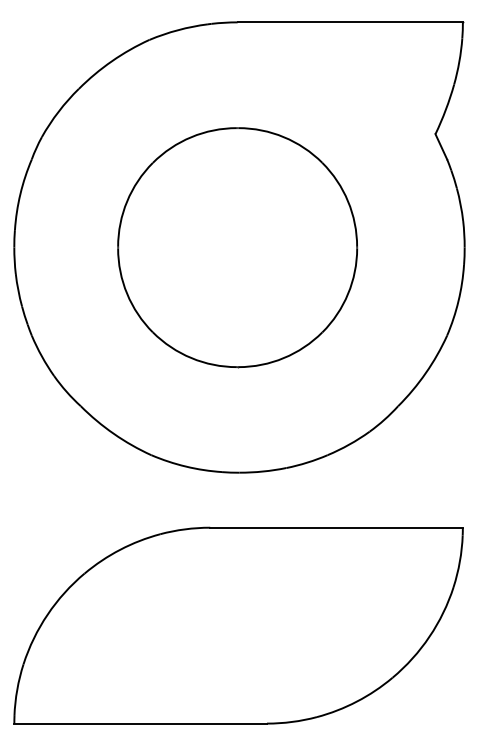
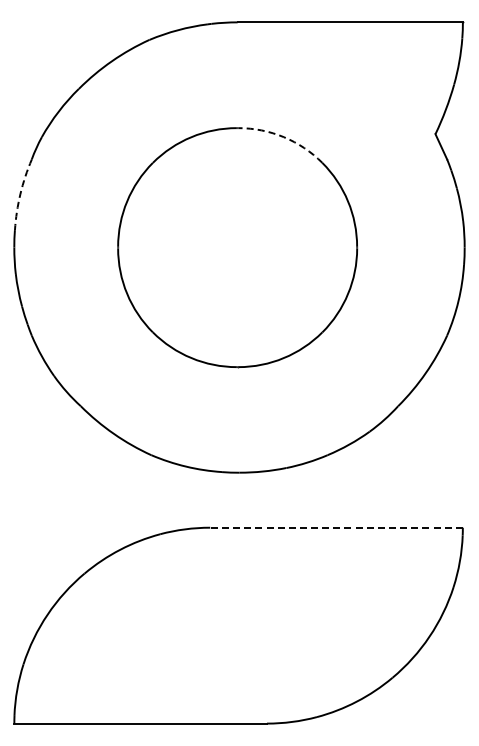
arc at (283, 137): solid -> dashed
arc at (20, 194): solid -> dashed
line at (336, 527): solid -> dashed
